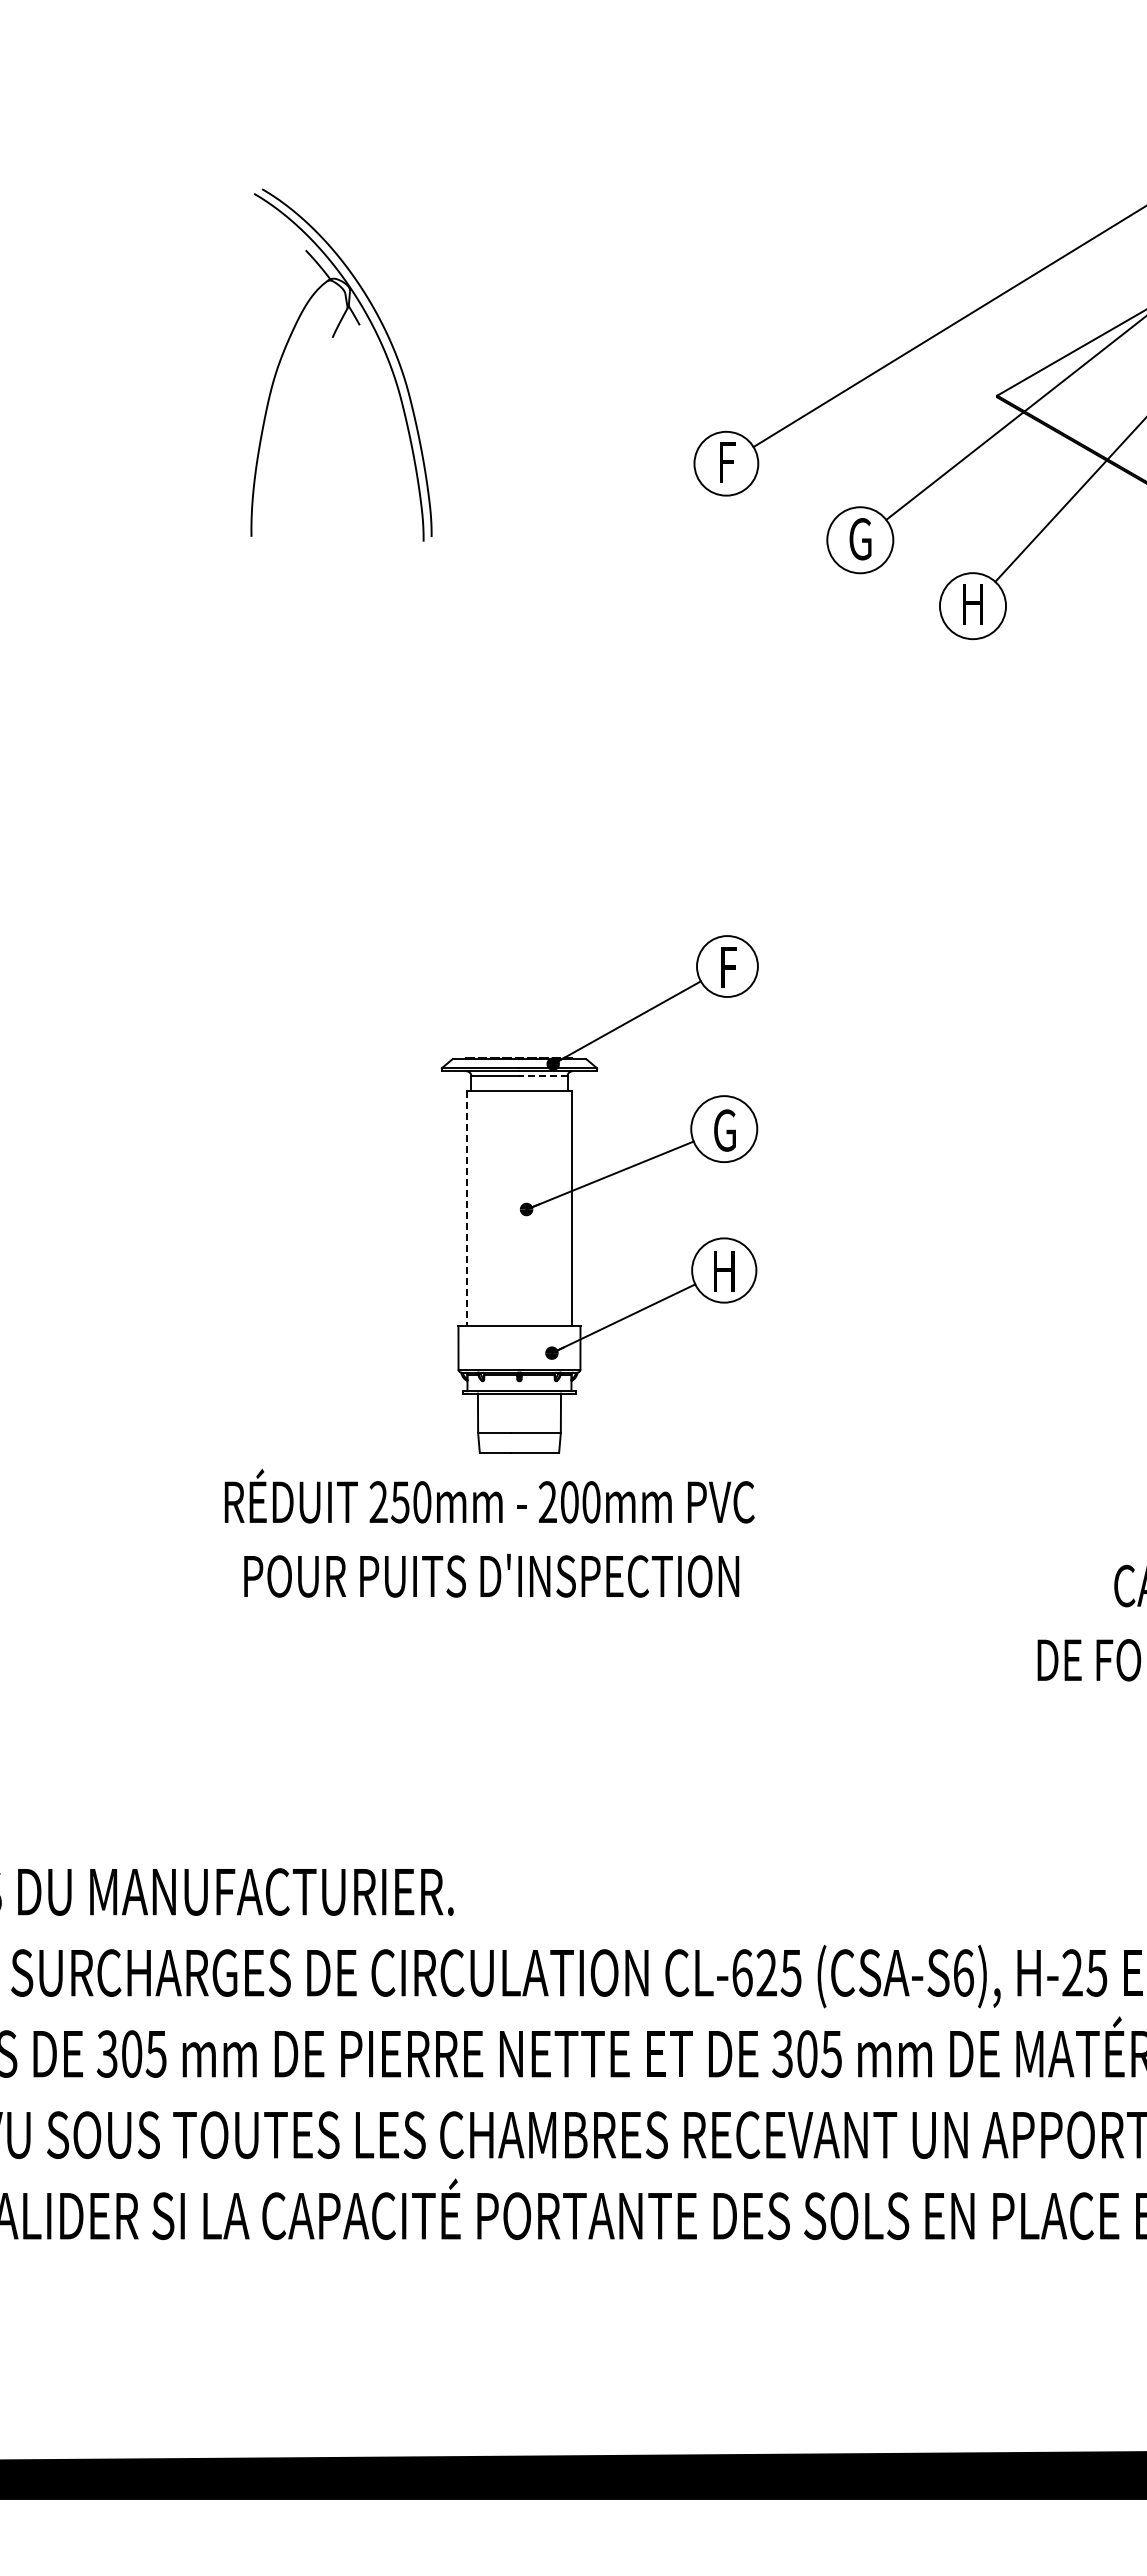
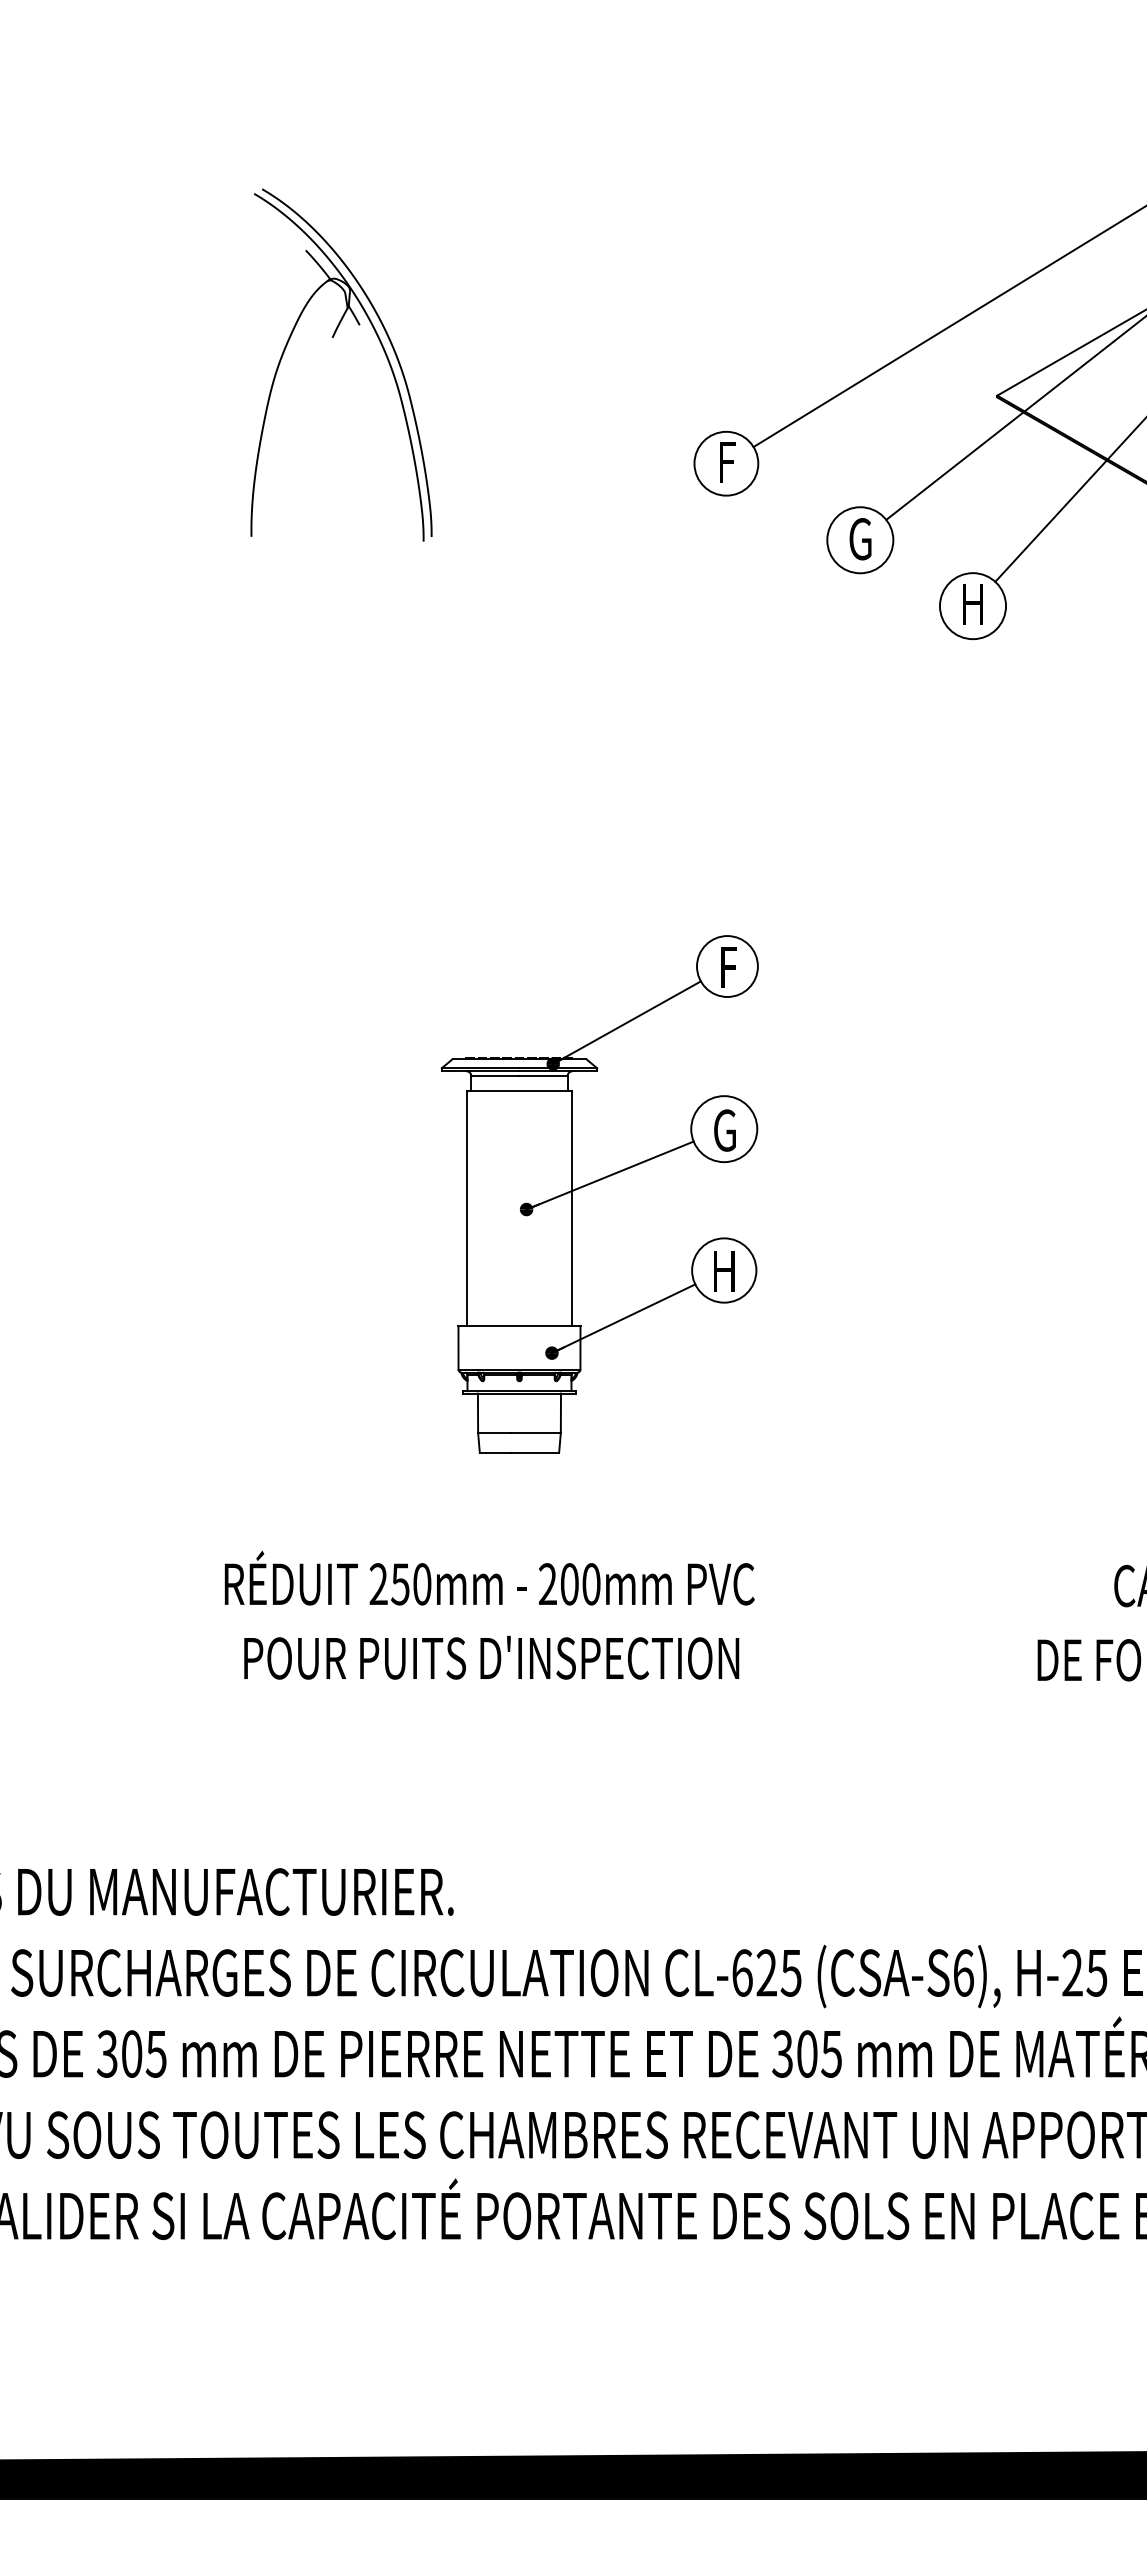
line at (543, 1076): dashed -> solid
line at (467, 1208): dashed -> solid
text at (489, 1532) position: (489, 1532) -> (489, 1614)
